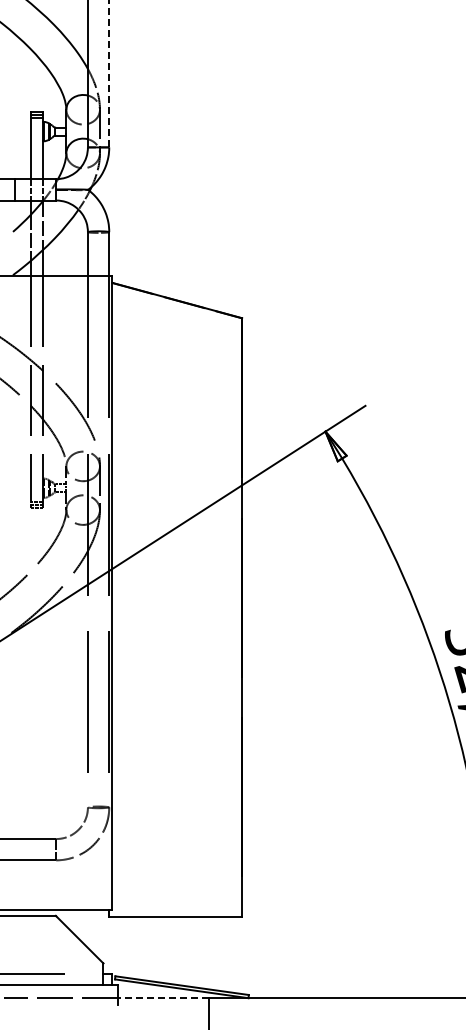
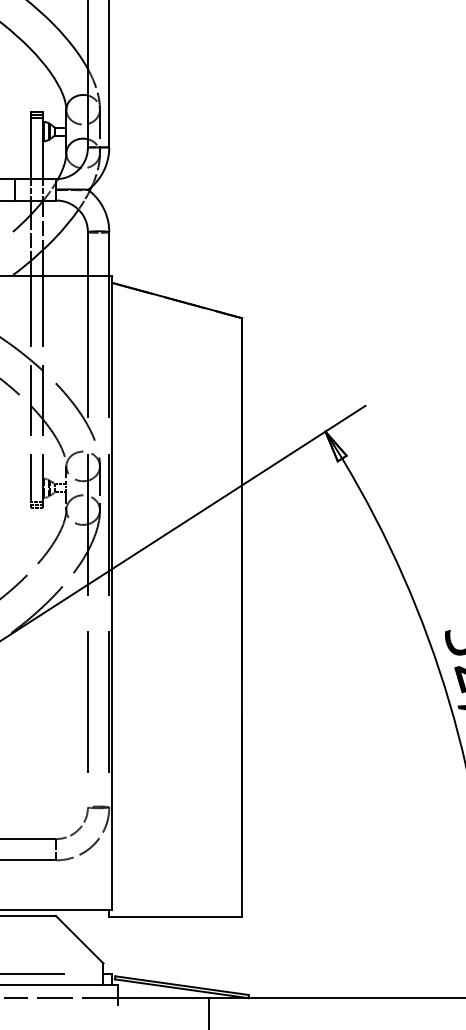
line at (109, 73): dashed -> solid
line at (163, 998): dashed -> solid
